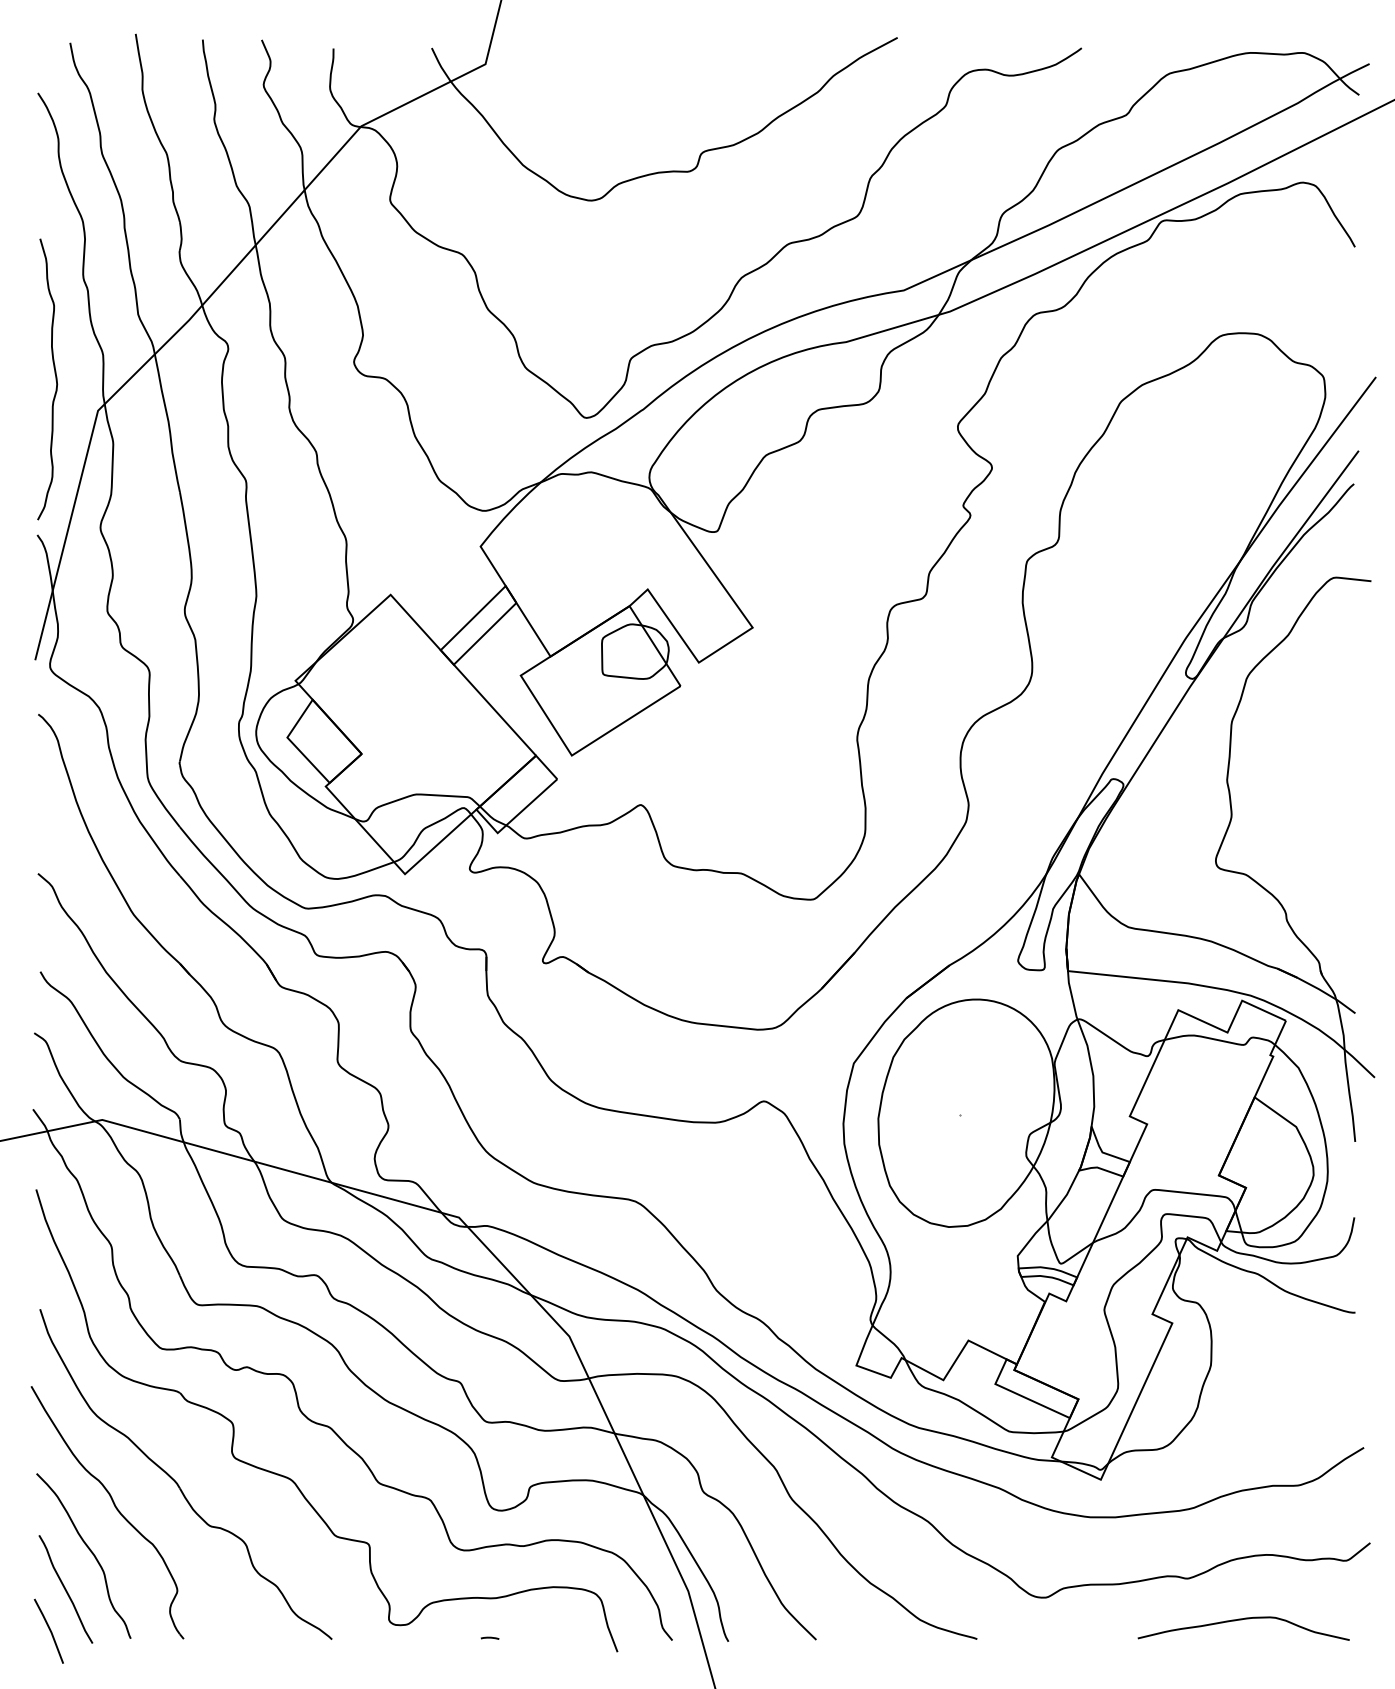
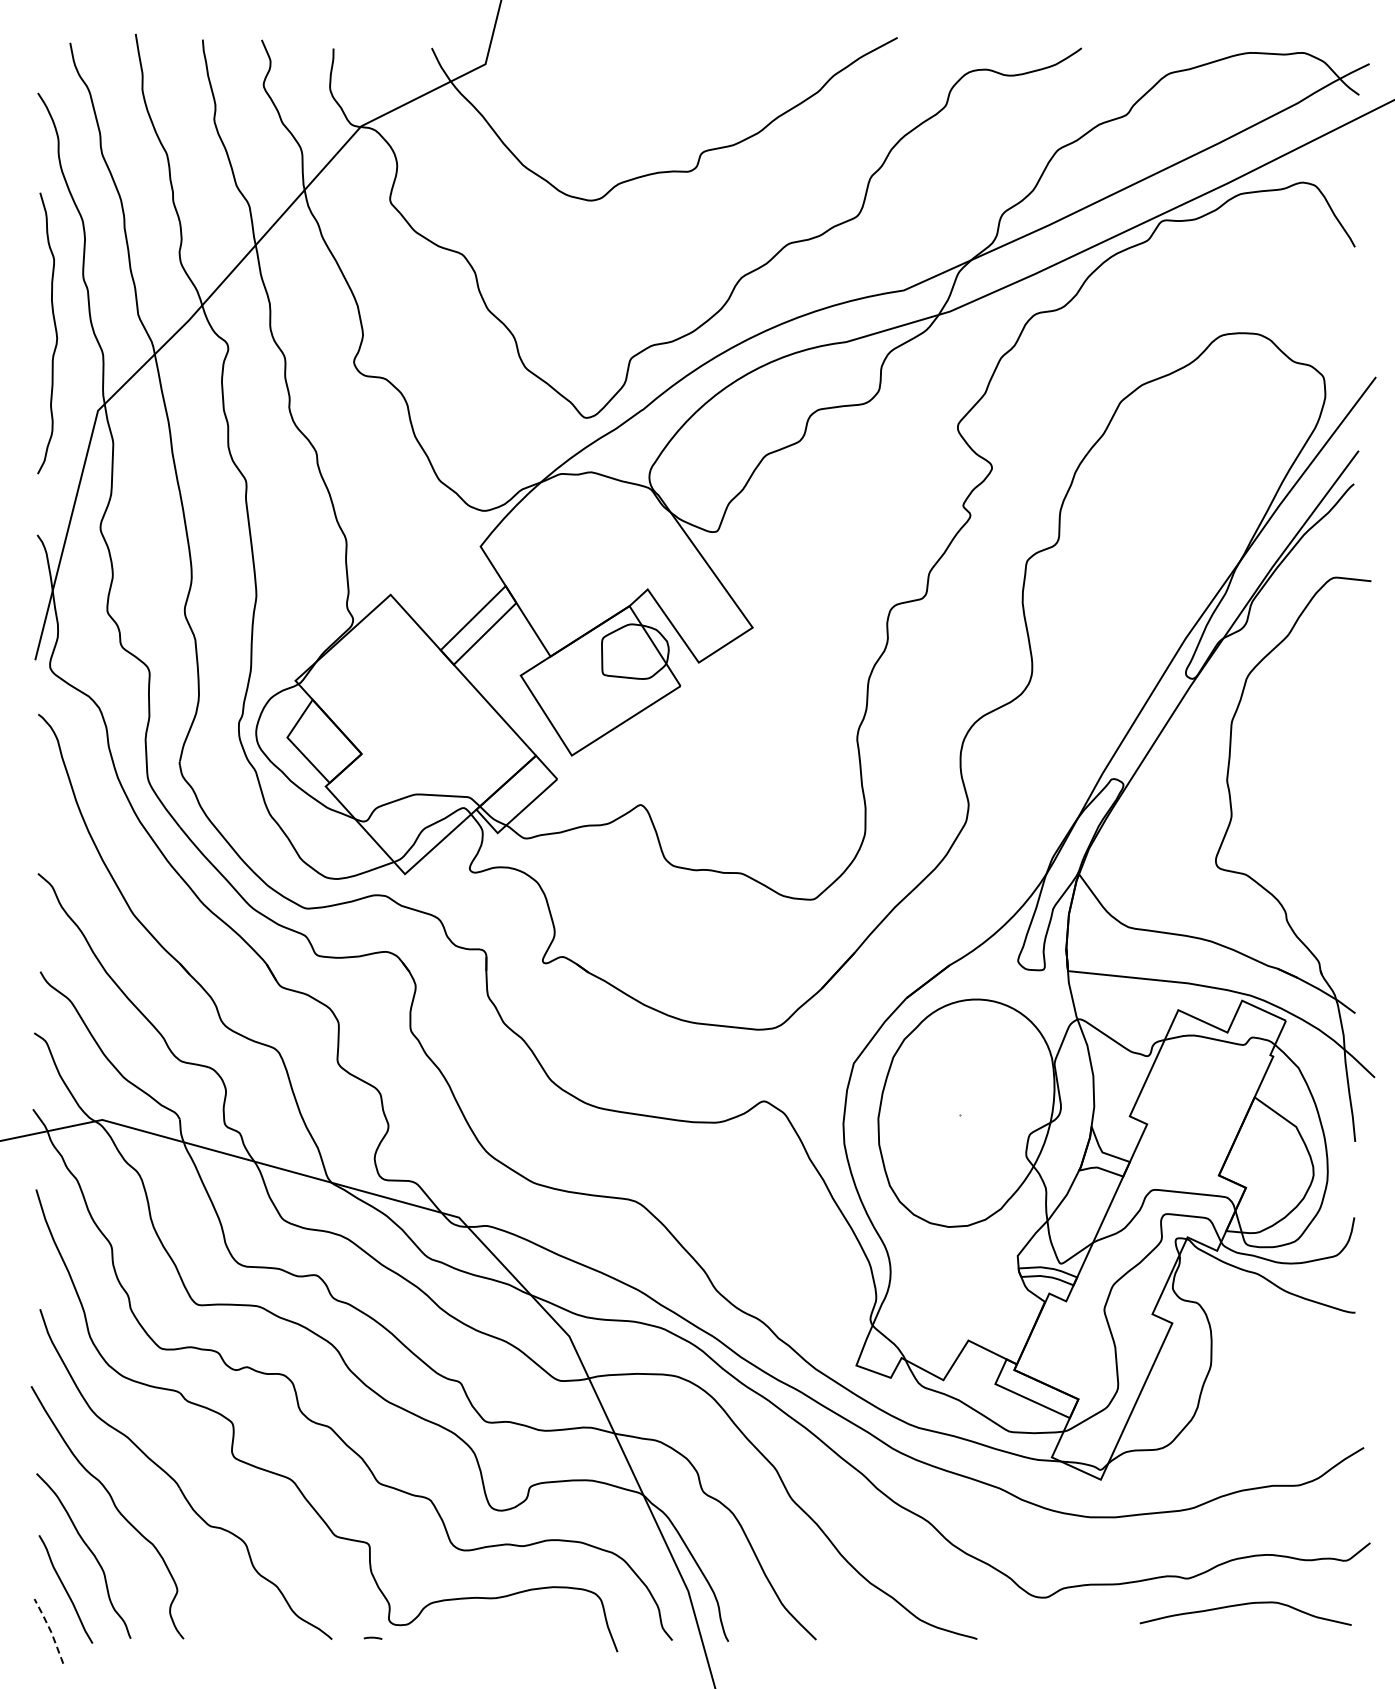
curve at (55, 379) position: (55, 379) -> (55, 333)
curve at (1242, 1620) position: (1242, 1620) -> (1244, 1605)
line at (50, 1630): solid -> dashed
curve at (489, 1637) position: (489, 1637) -> (372, 1637)
